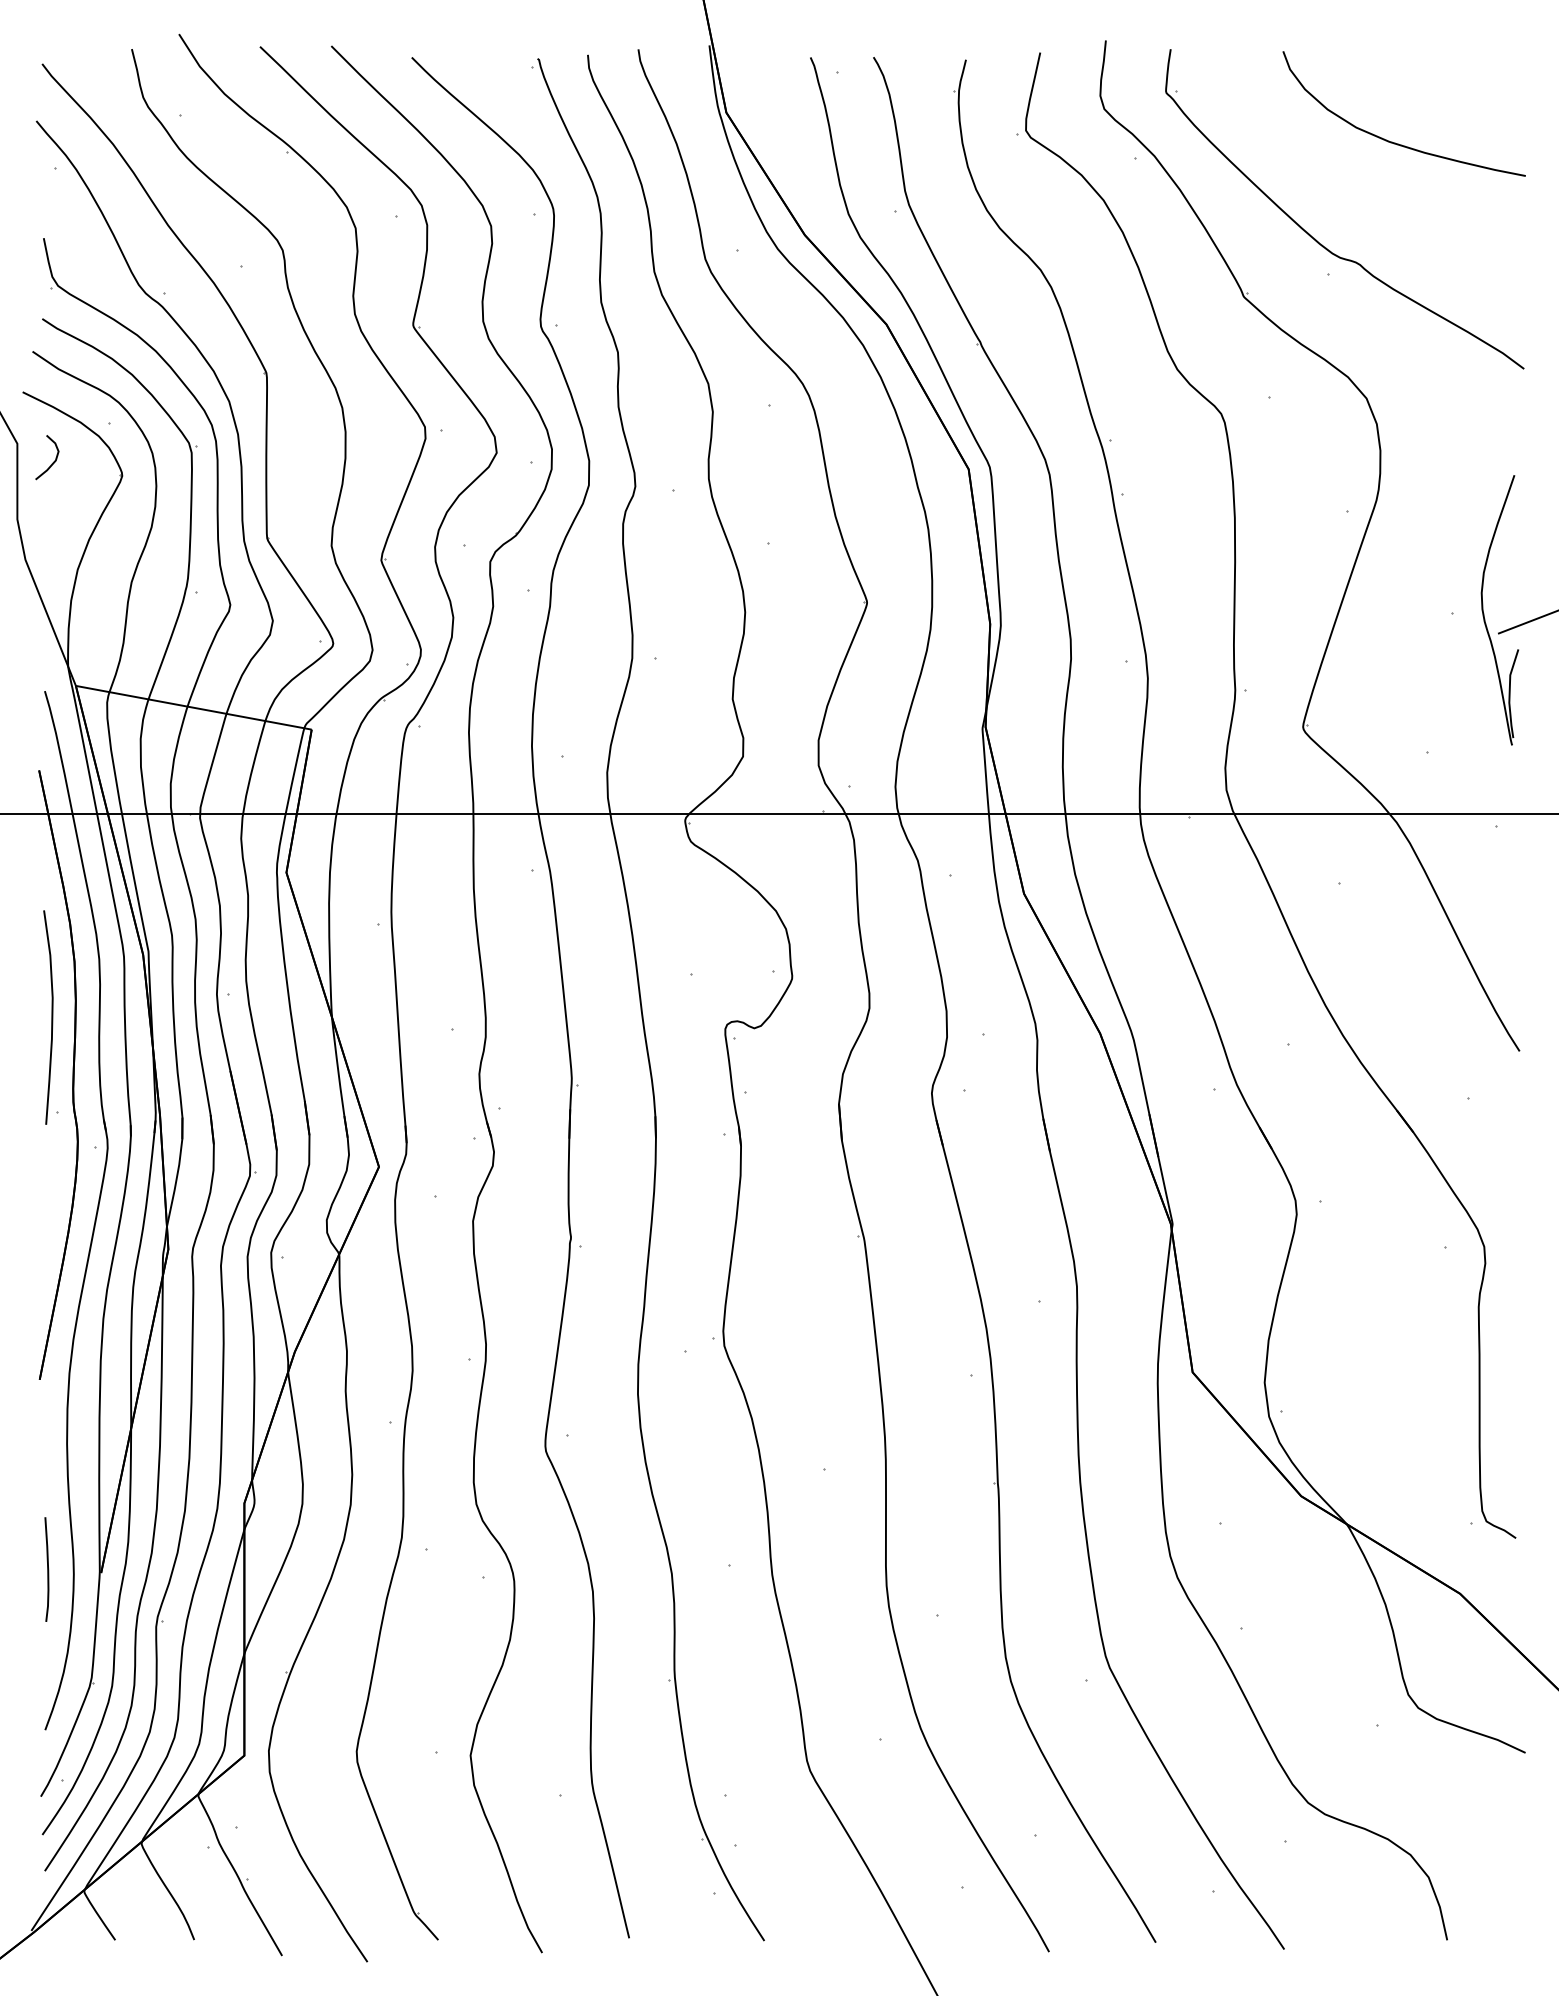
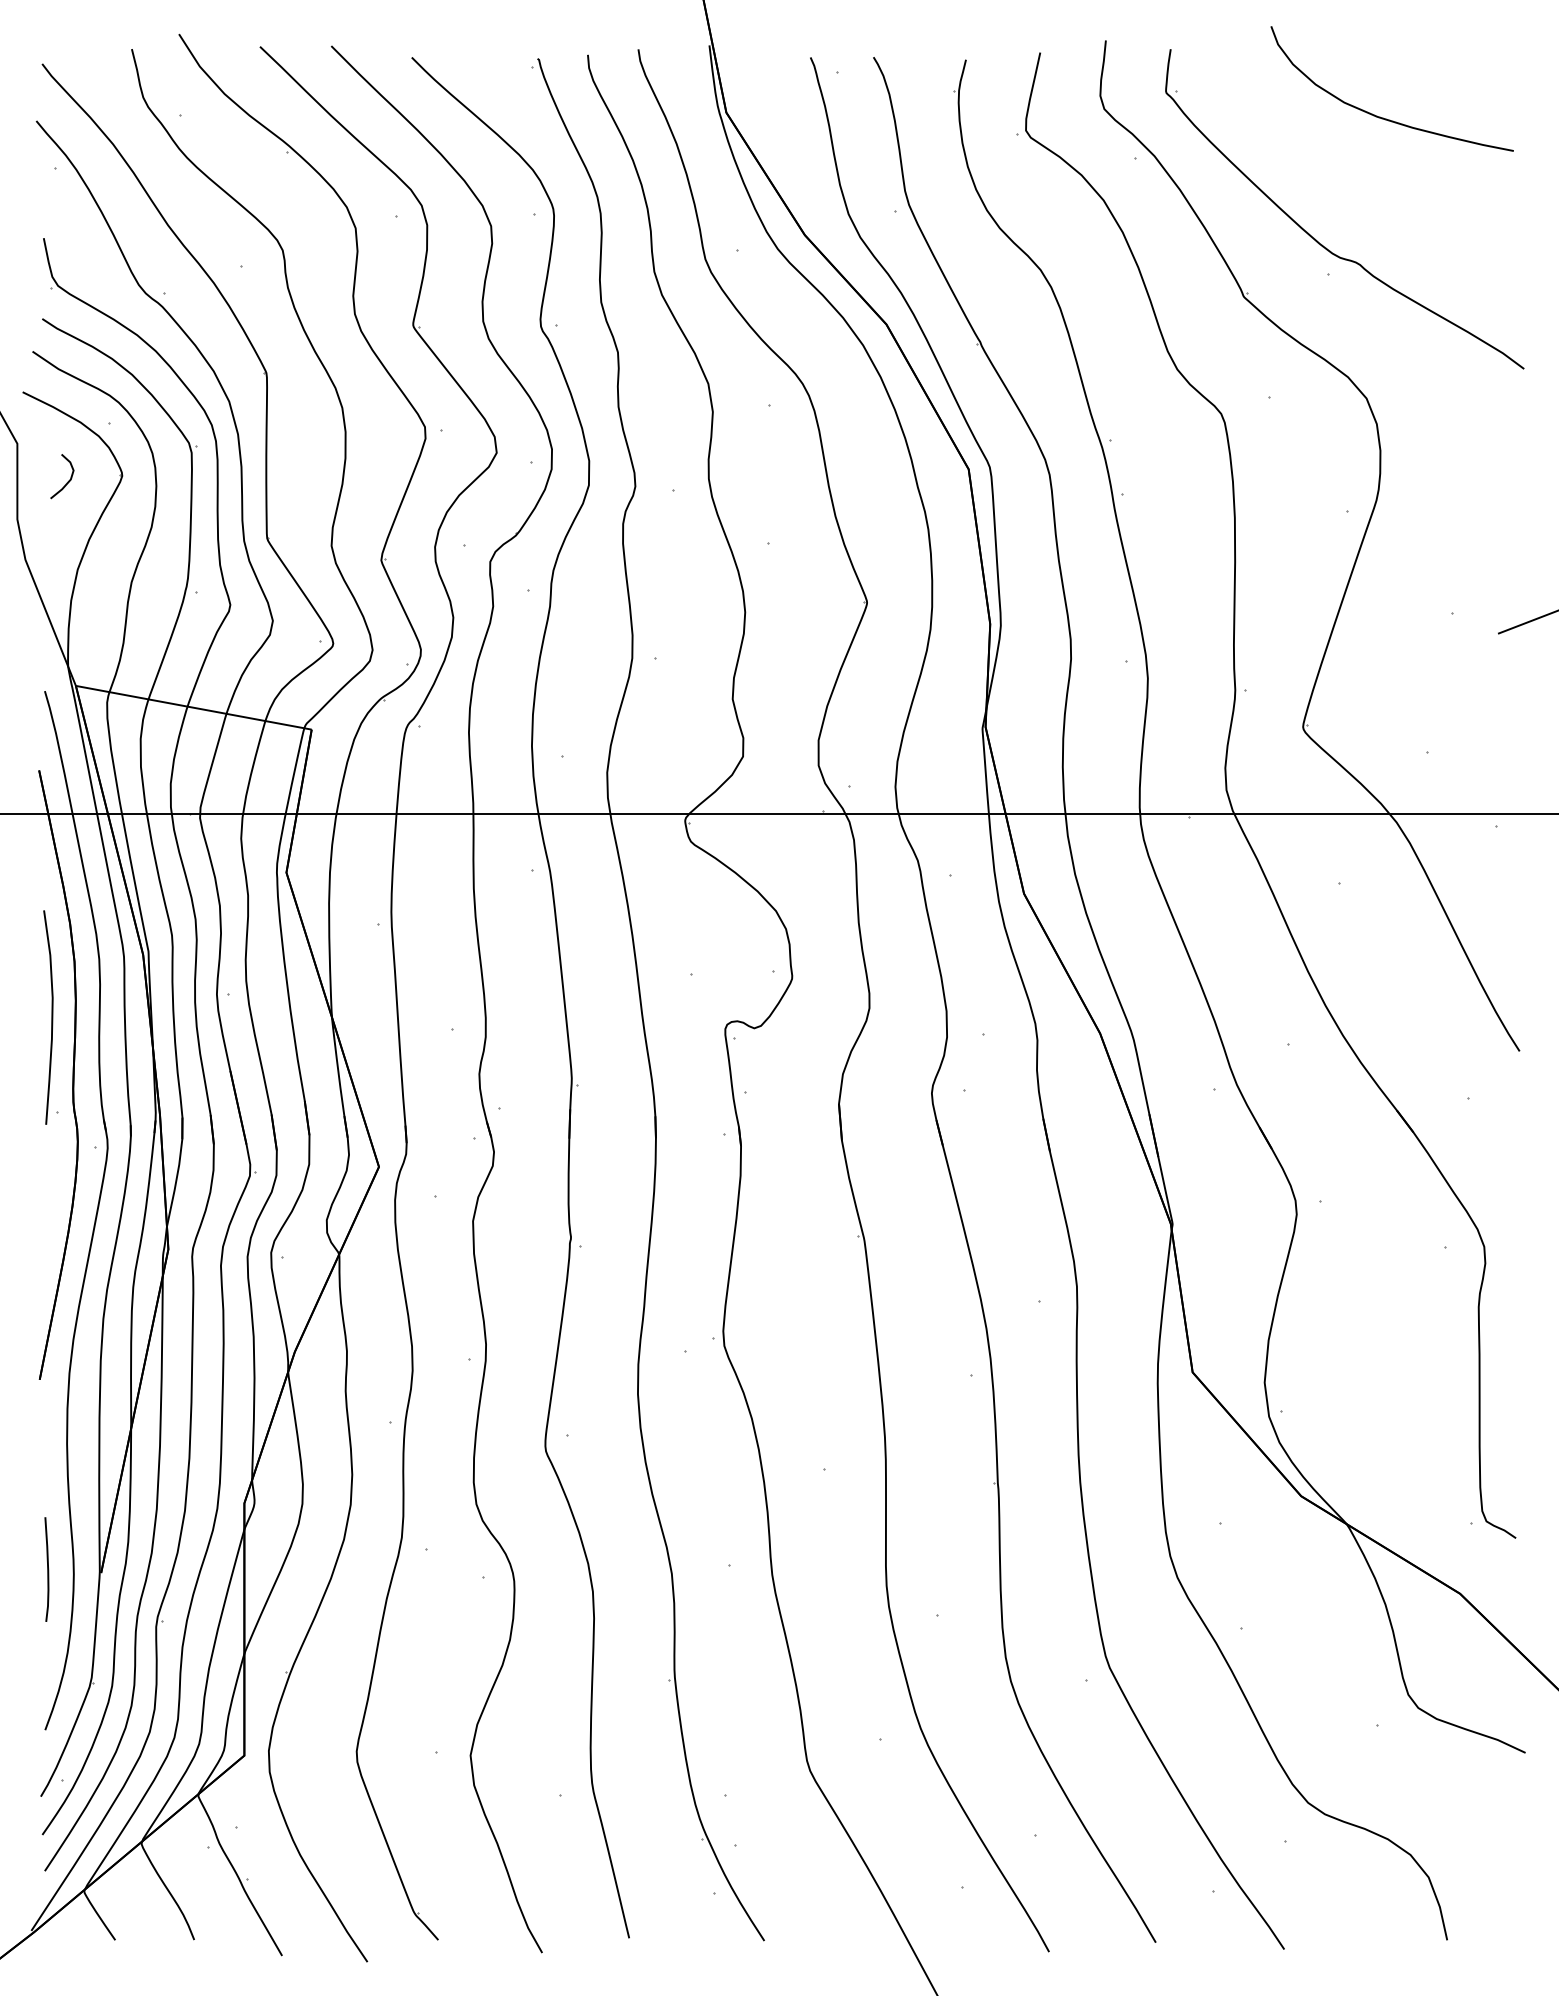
curve at (1392, 141) position: (1392, 141) -> (1380, 116)
curve at (52, 462) position: (52, 462) -> (67, 481)
part at (1484, 613): present -> none
